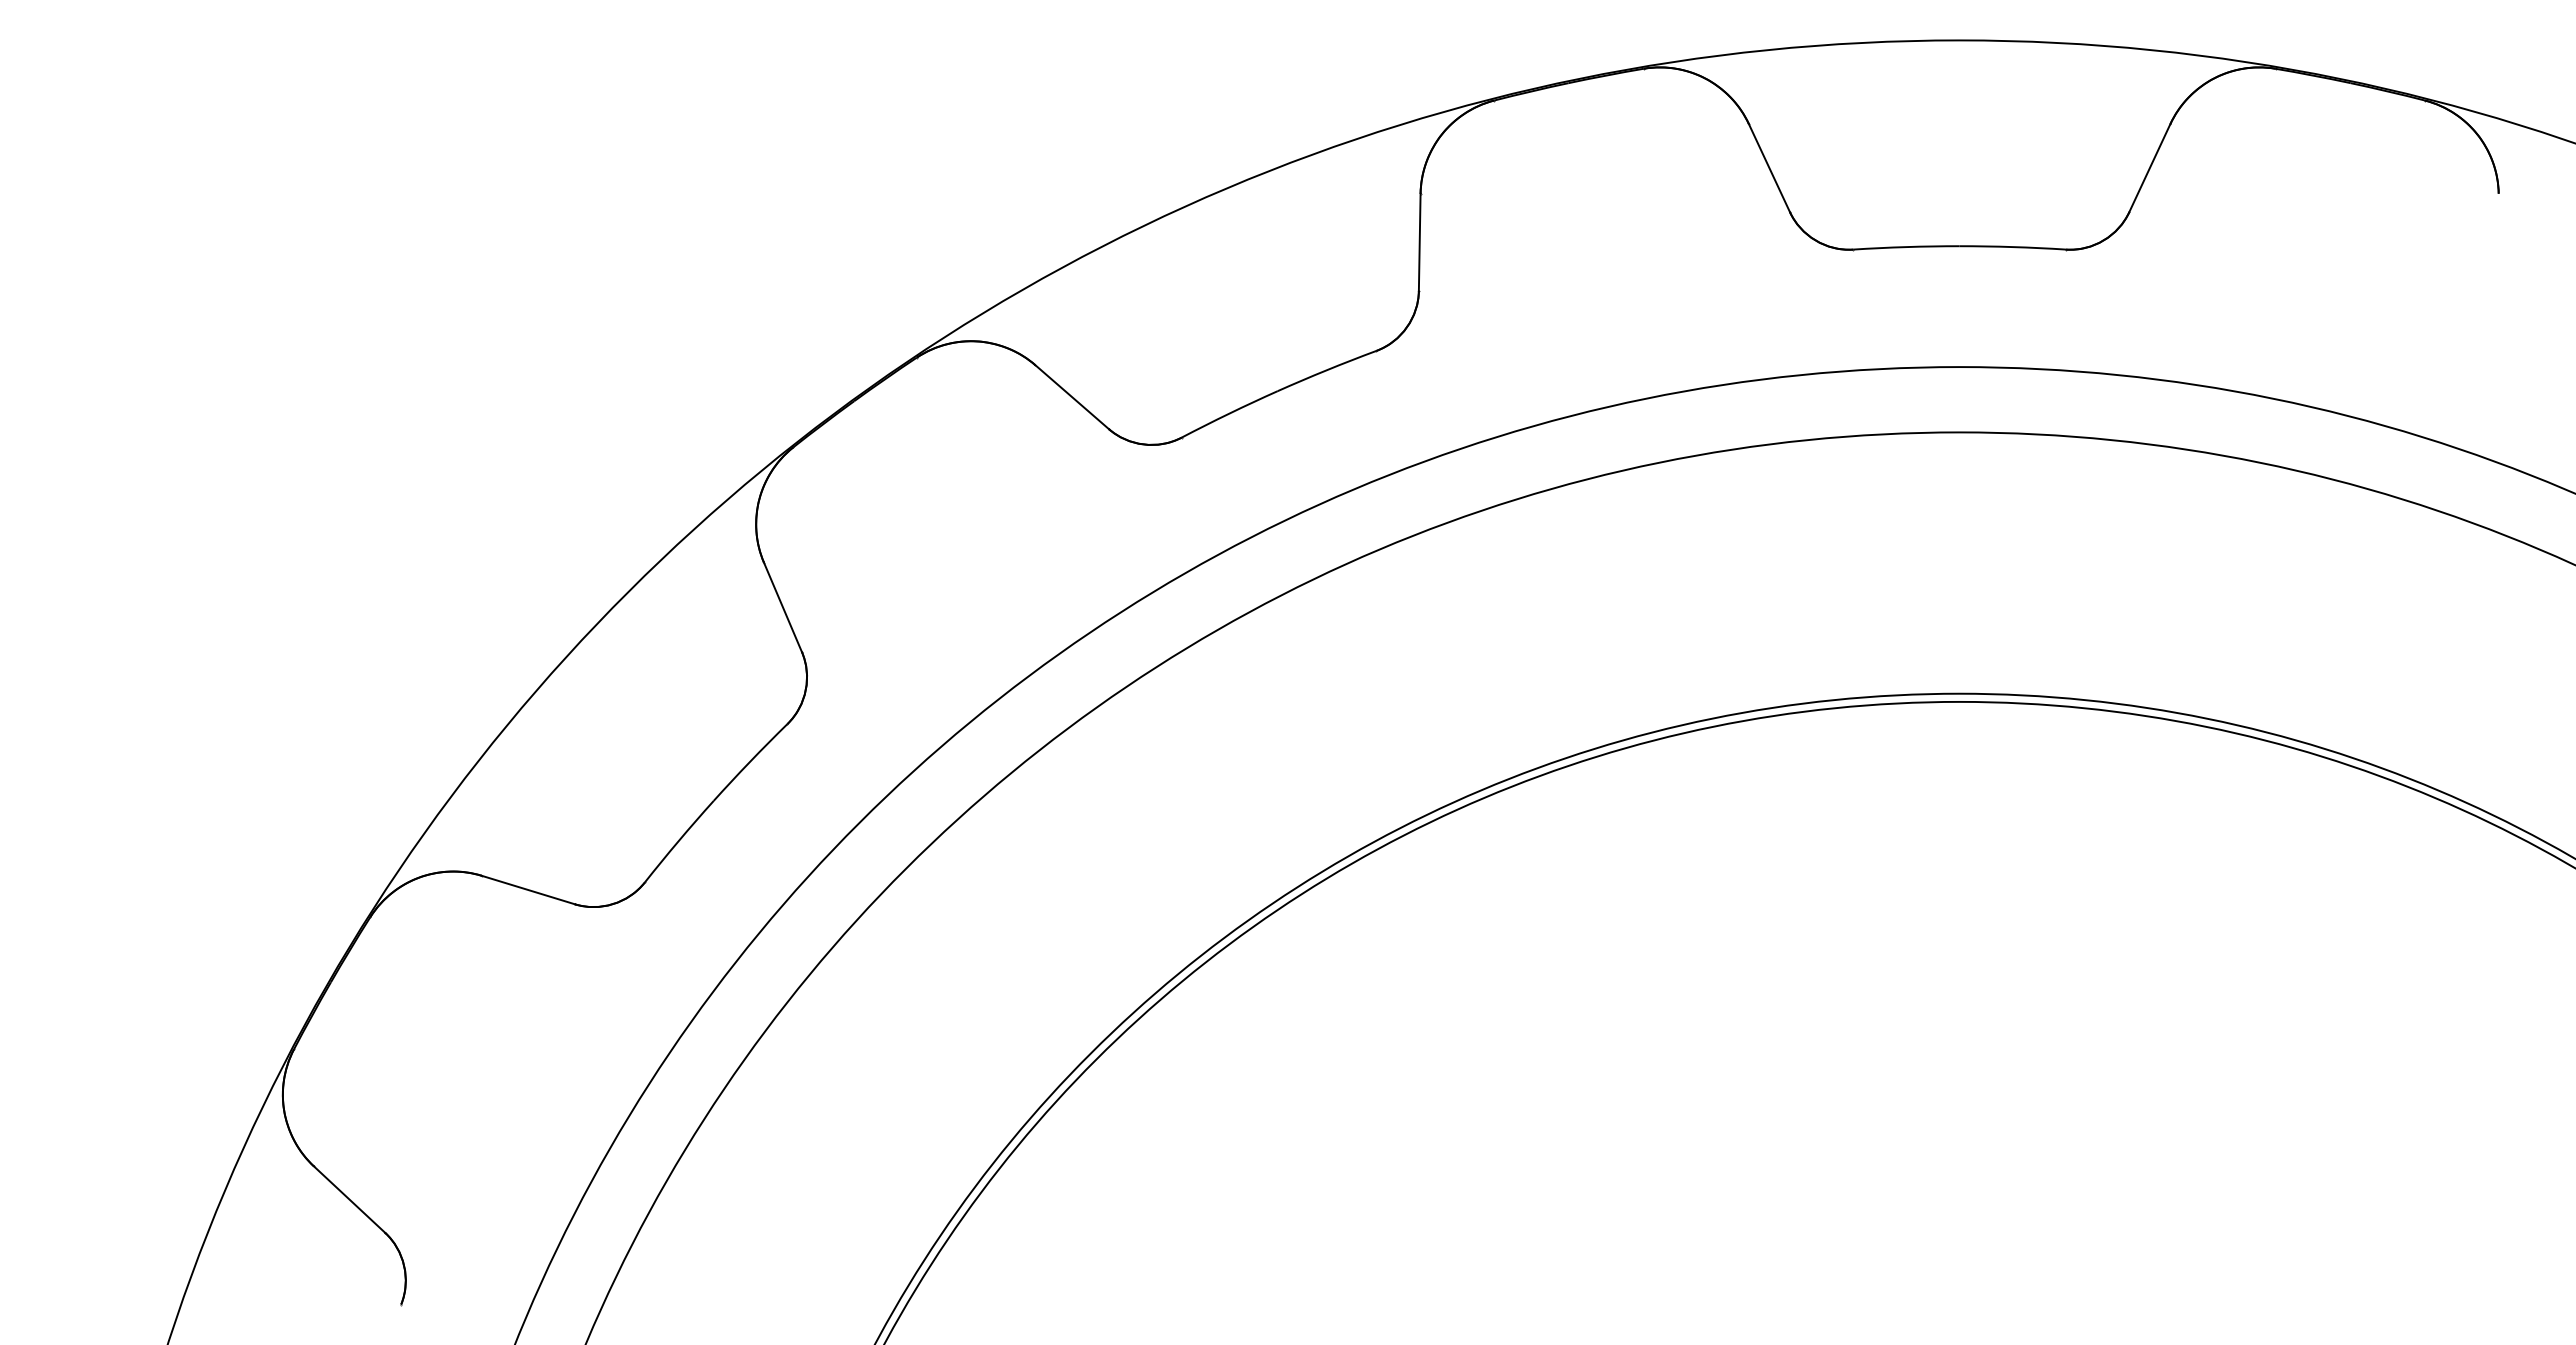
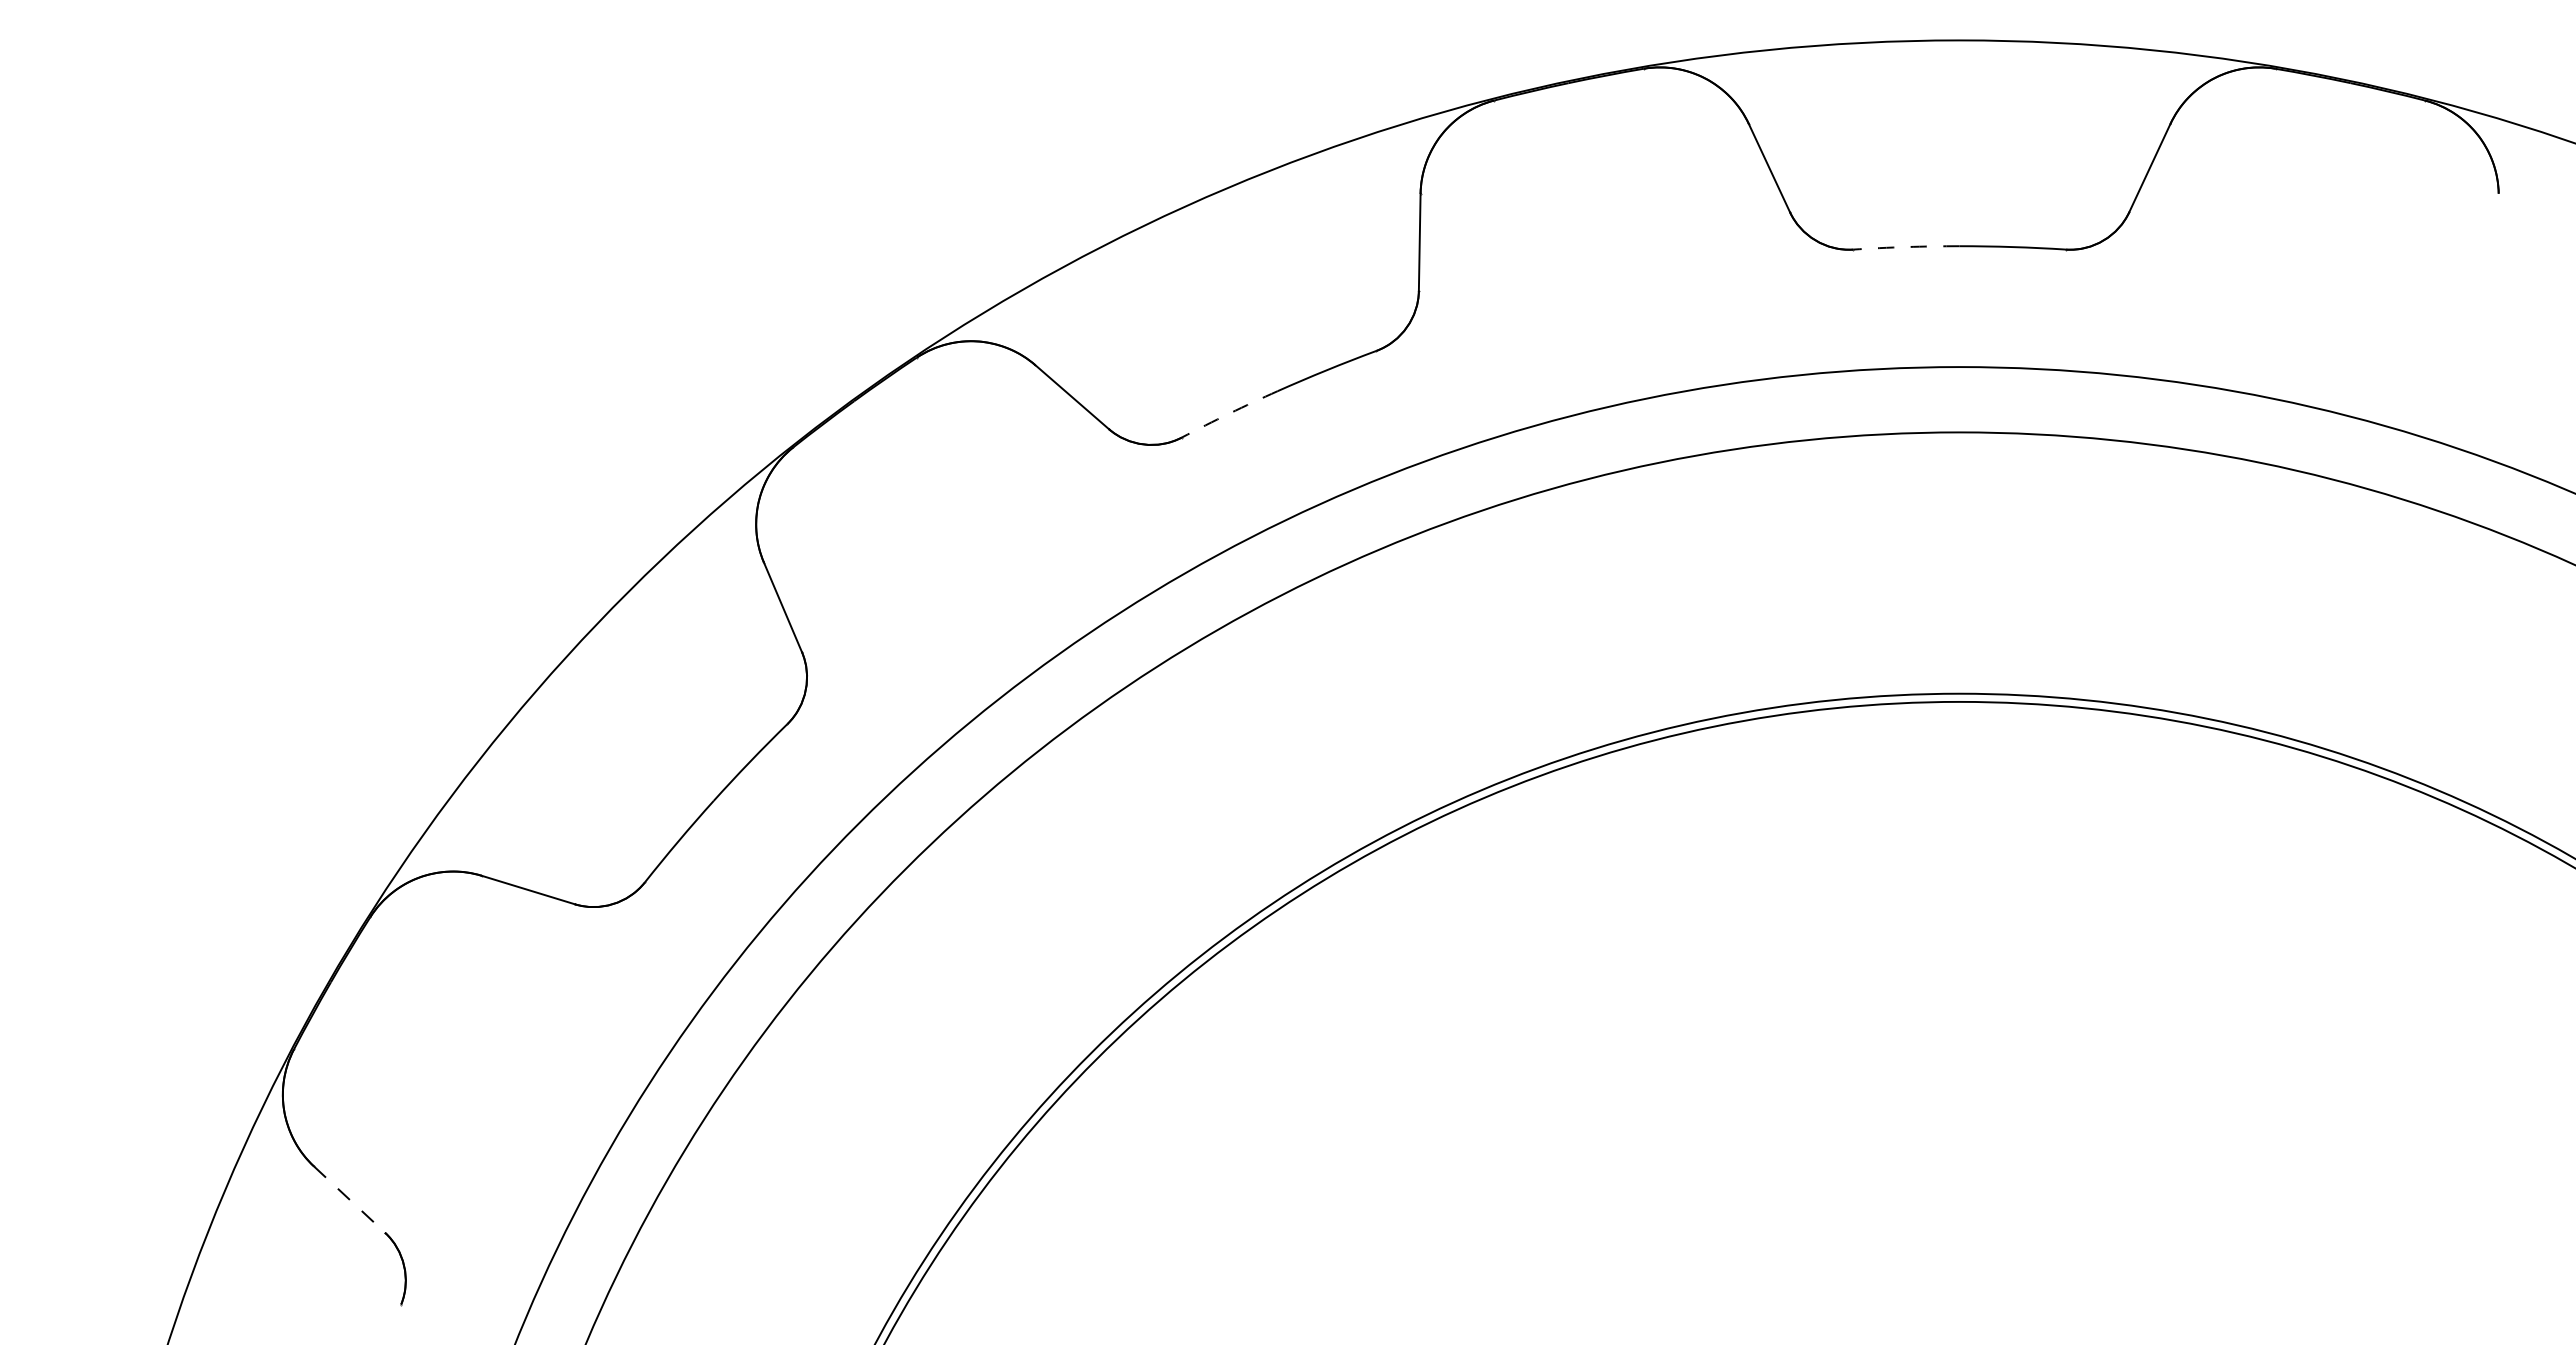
arc at (1906, 247): solid -> dashed
arc at (1229, 413): solid -> dashed
line at (349, 1199): solid -> dashed
